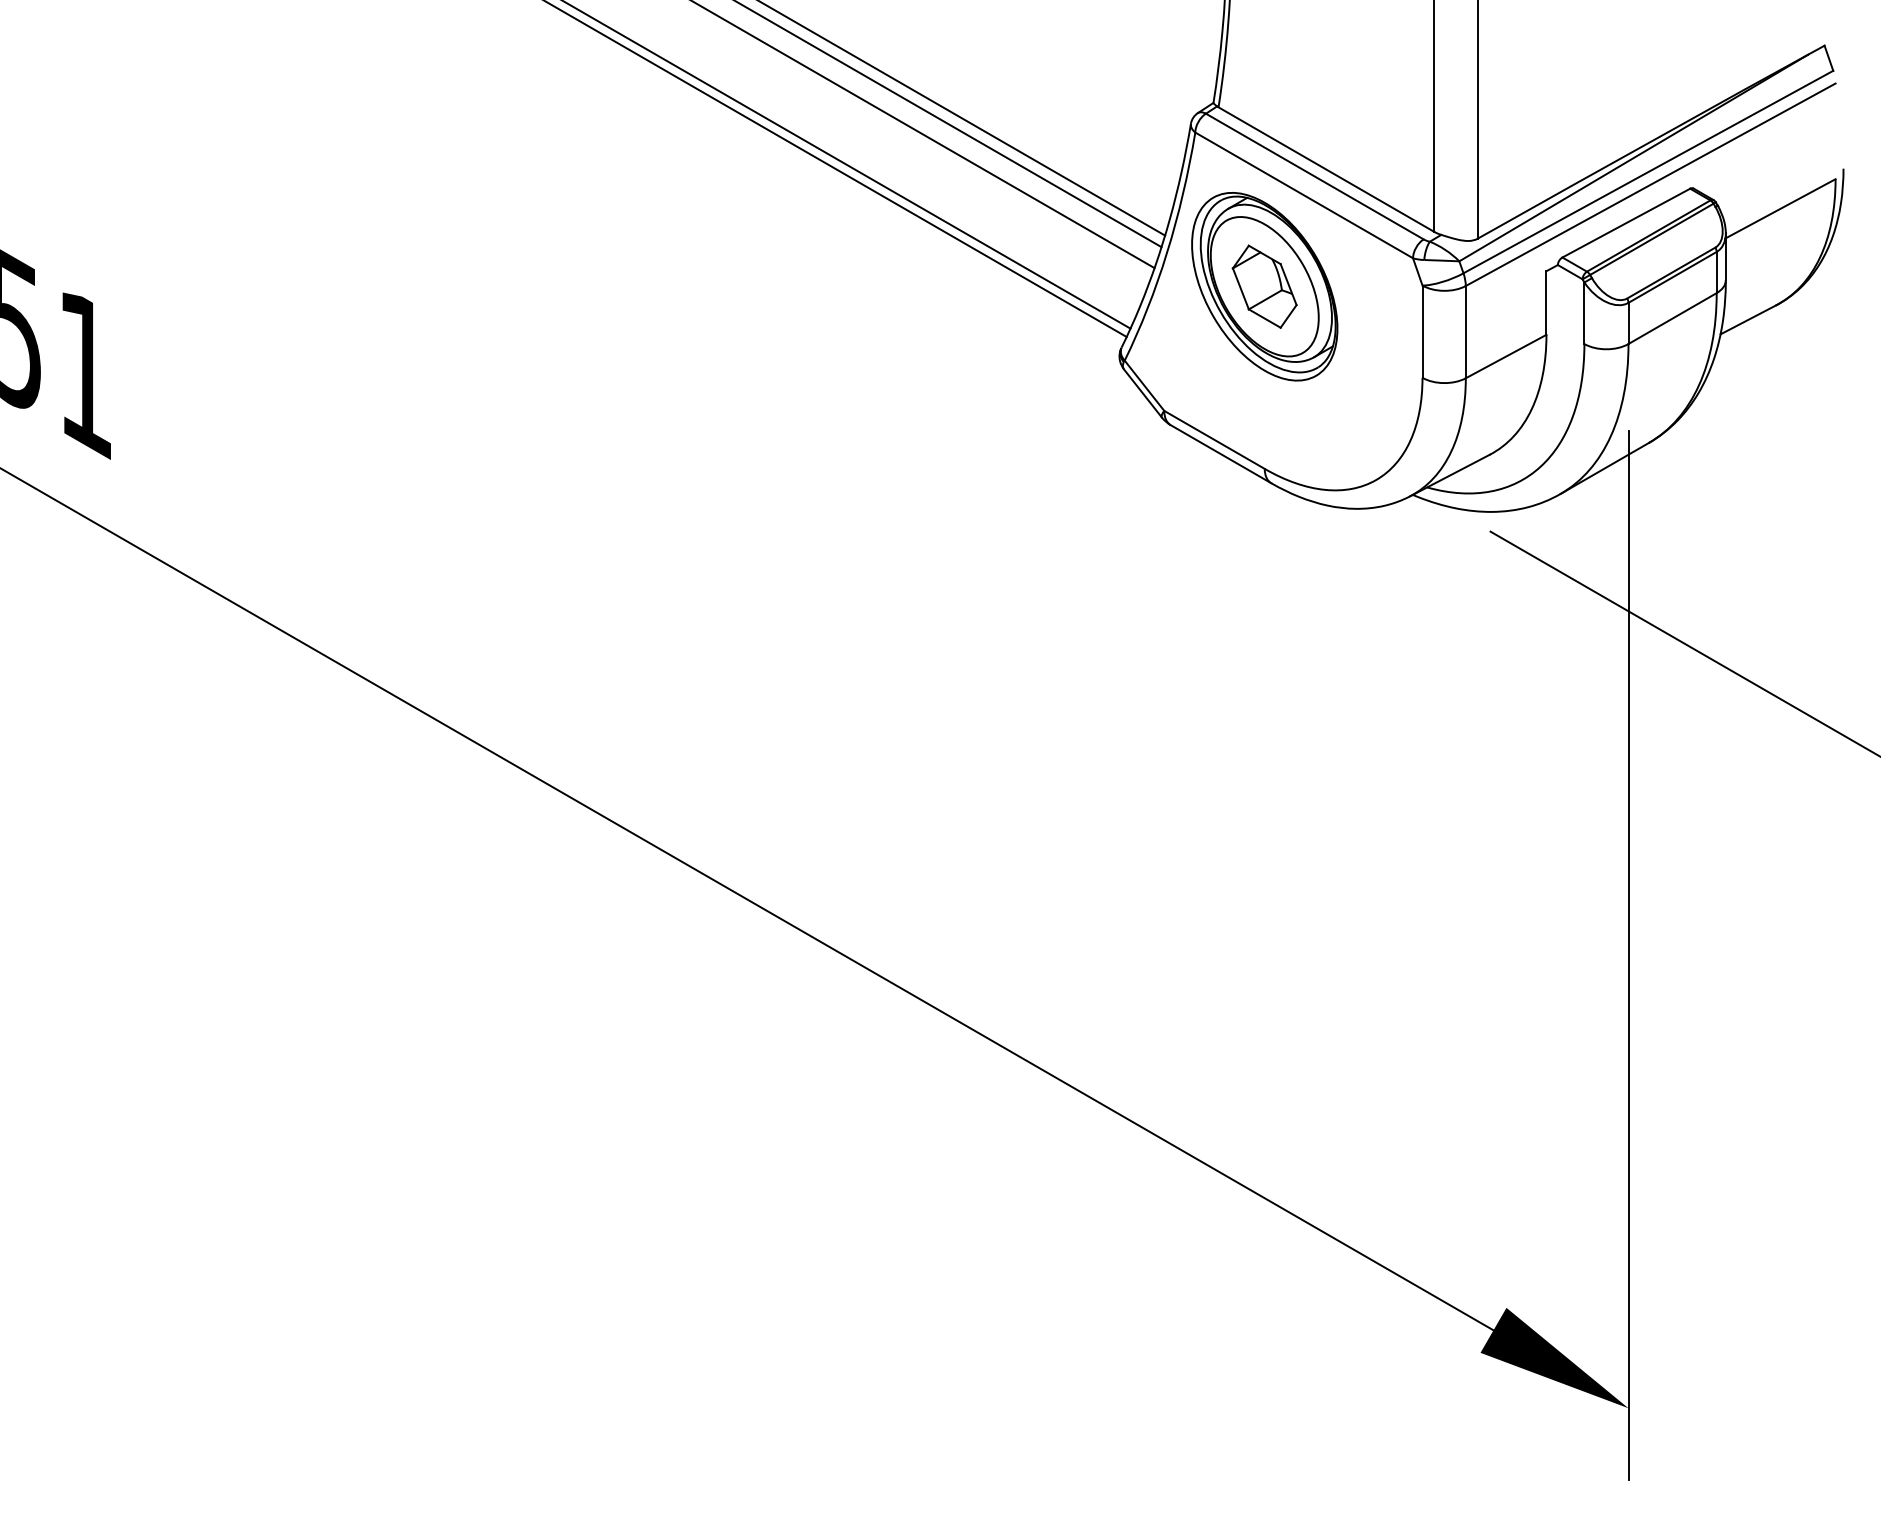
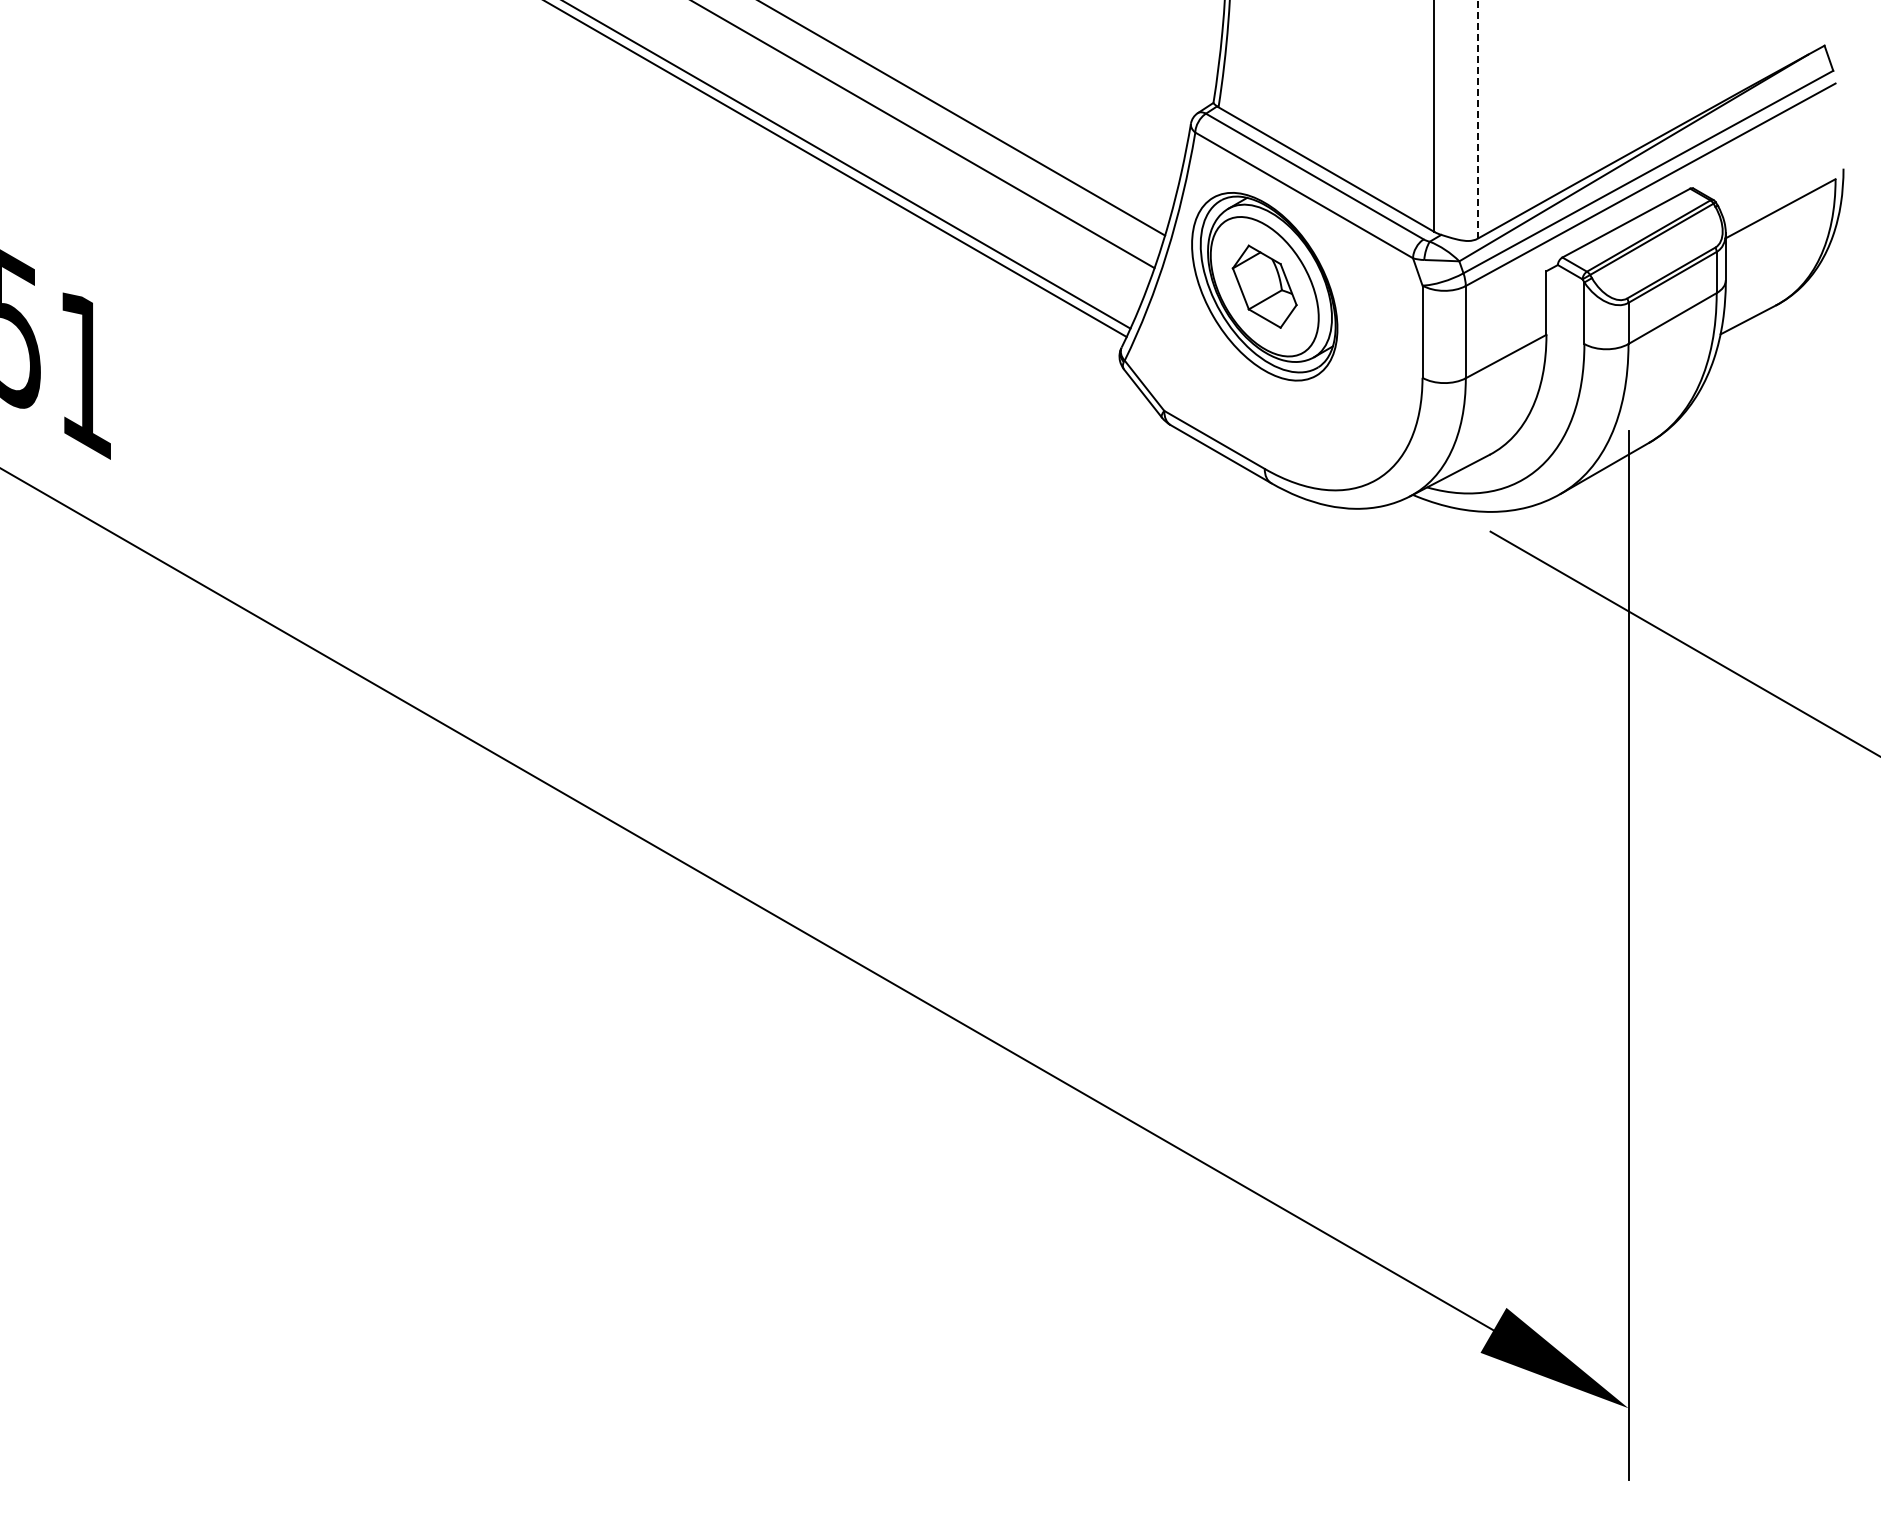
line at (1477, 119): solid -> dashed
line at (949, 124): present -> none
